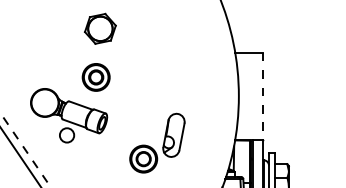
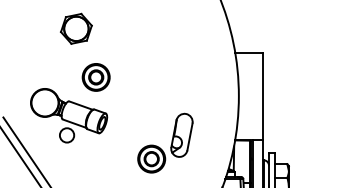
part at (100, 28) position: (100, 28) -> (76, 28)
line at (263, 96): dashed -> solid
part at (157, 142) position: (157, 142) -> (165, 142)
line at (27, 152): dashed -> solid
